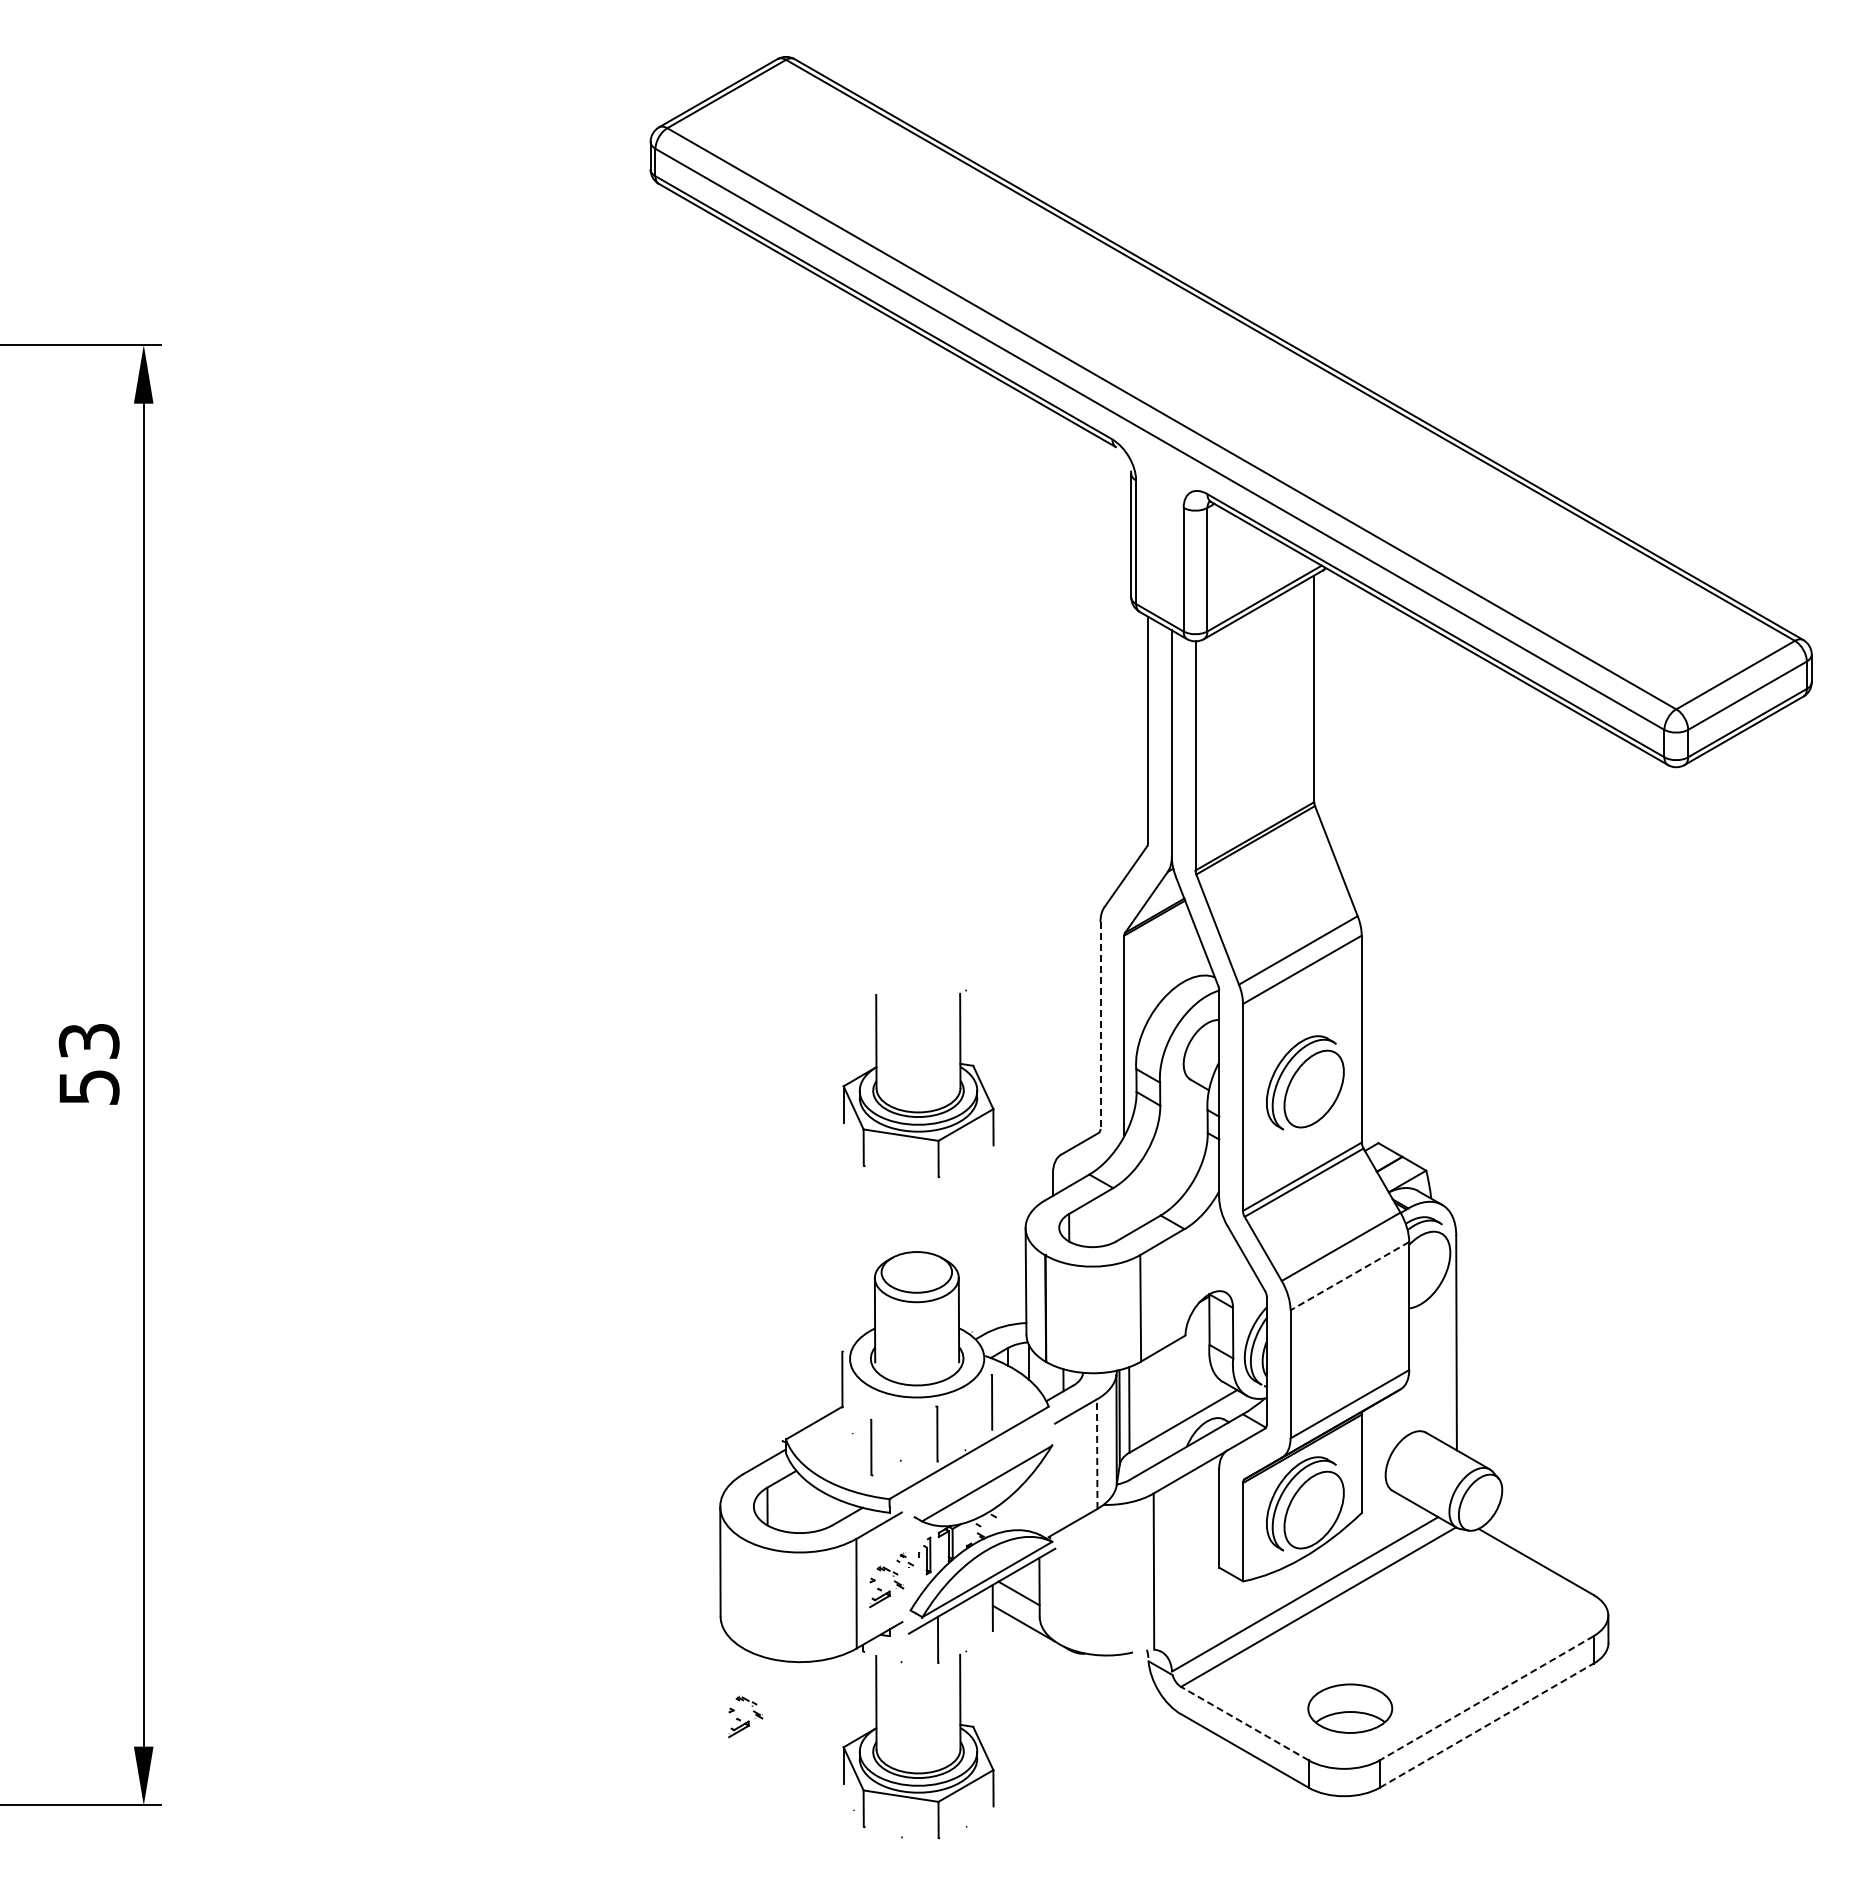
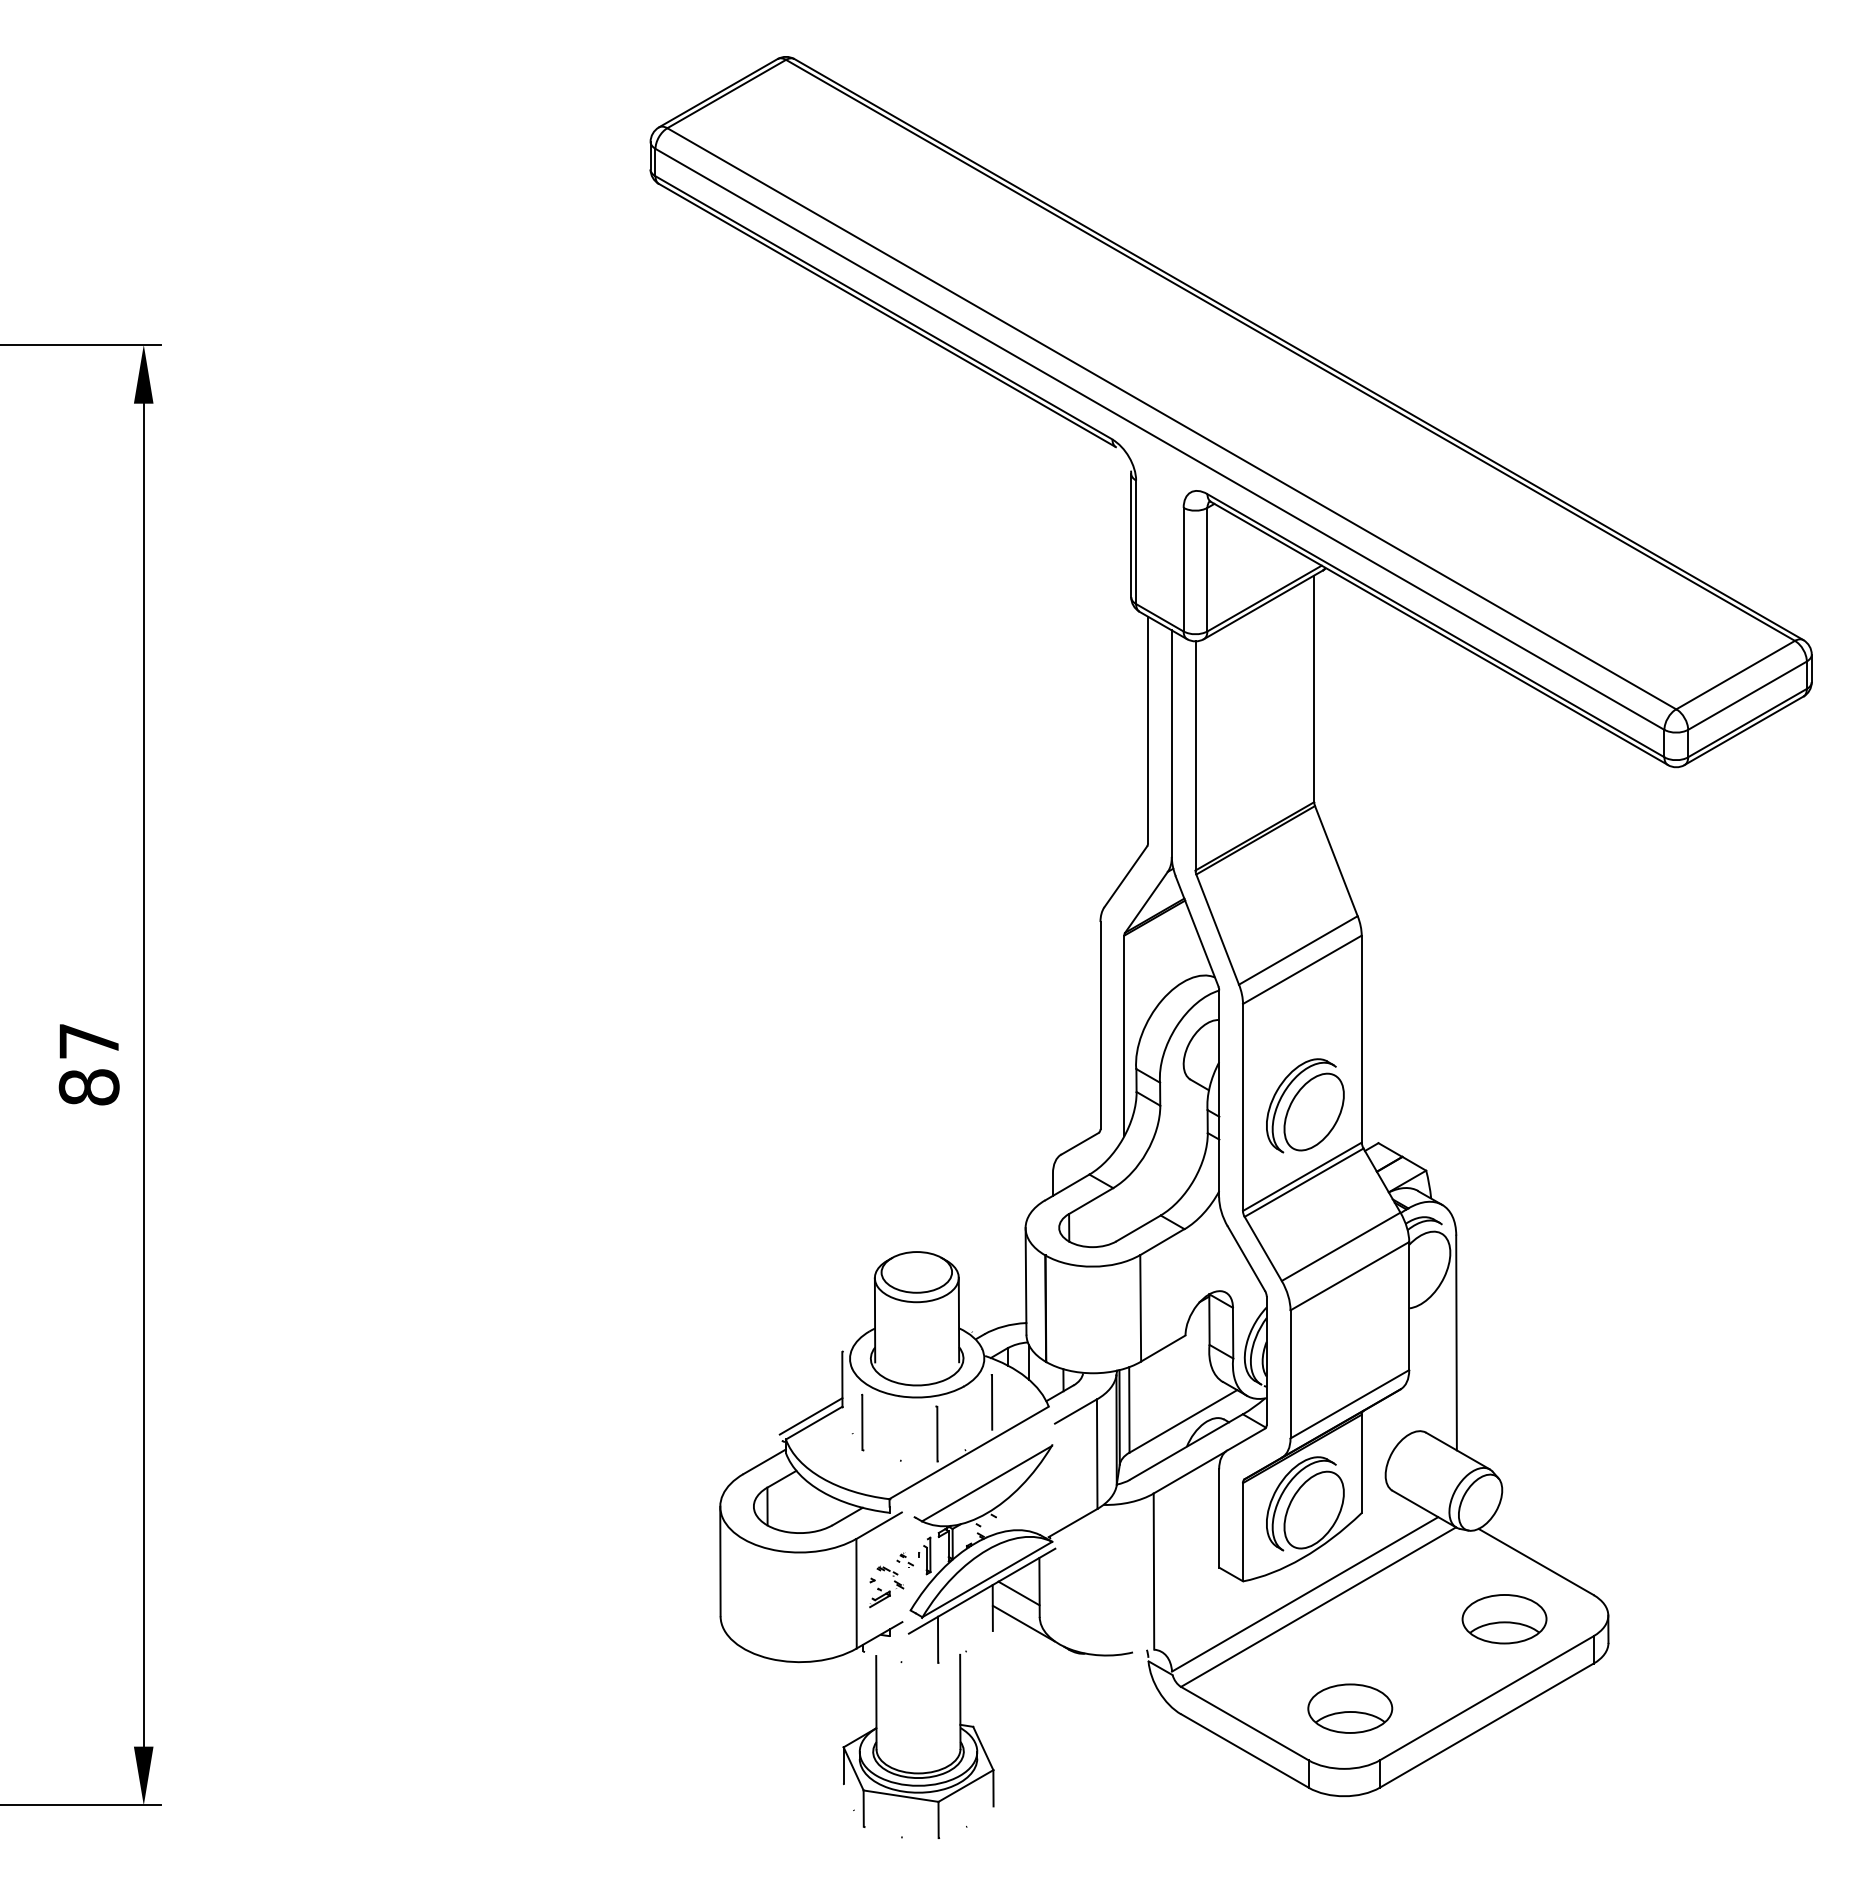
line at (1100, 1026): dashed -> solid
text at (88, 1064): 53 -> 87
part at (1305, 1082) position: (1305, 1082) -> (1305, 1105)
part at (918, 1111): present -> none
line at (1349, 1276): dashed -> solid
line at (810, 1416): none -> present
line at (871, 1447) position: (871, 1447) -> (862, 1422)
line at (1097, 1454): dashed -> solid
part at (1504, 1619): none -> present
line at (1486, 1698): dashed -> solid
part at (745, 1716): present -> none
line at (1244, 1723): dashed -> solid
line at (1486, 1725): dashed -> solid
